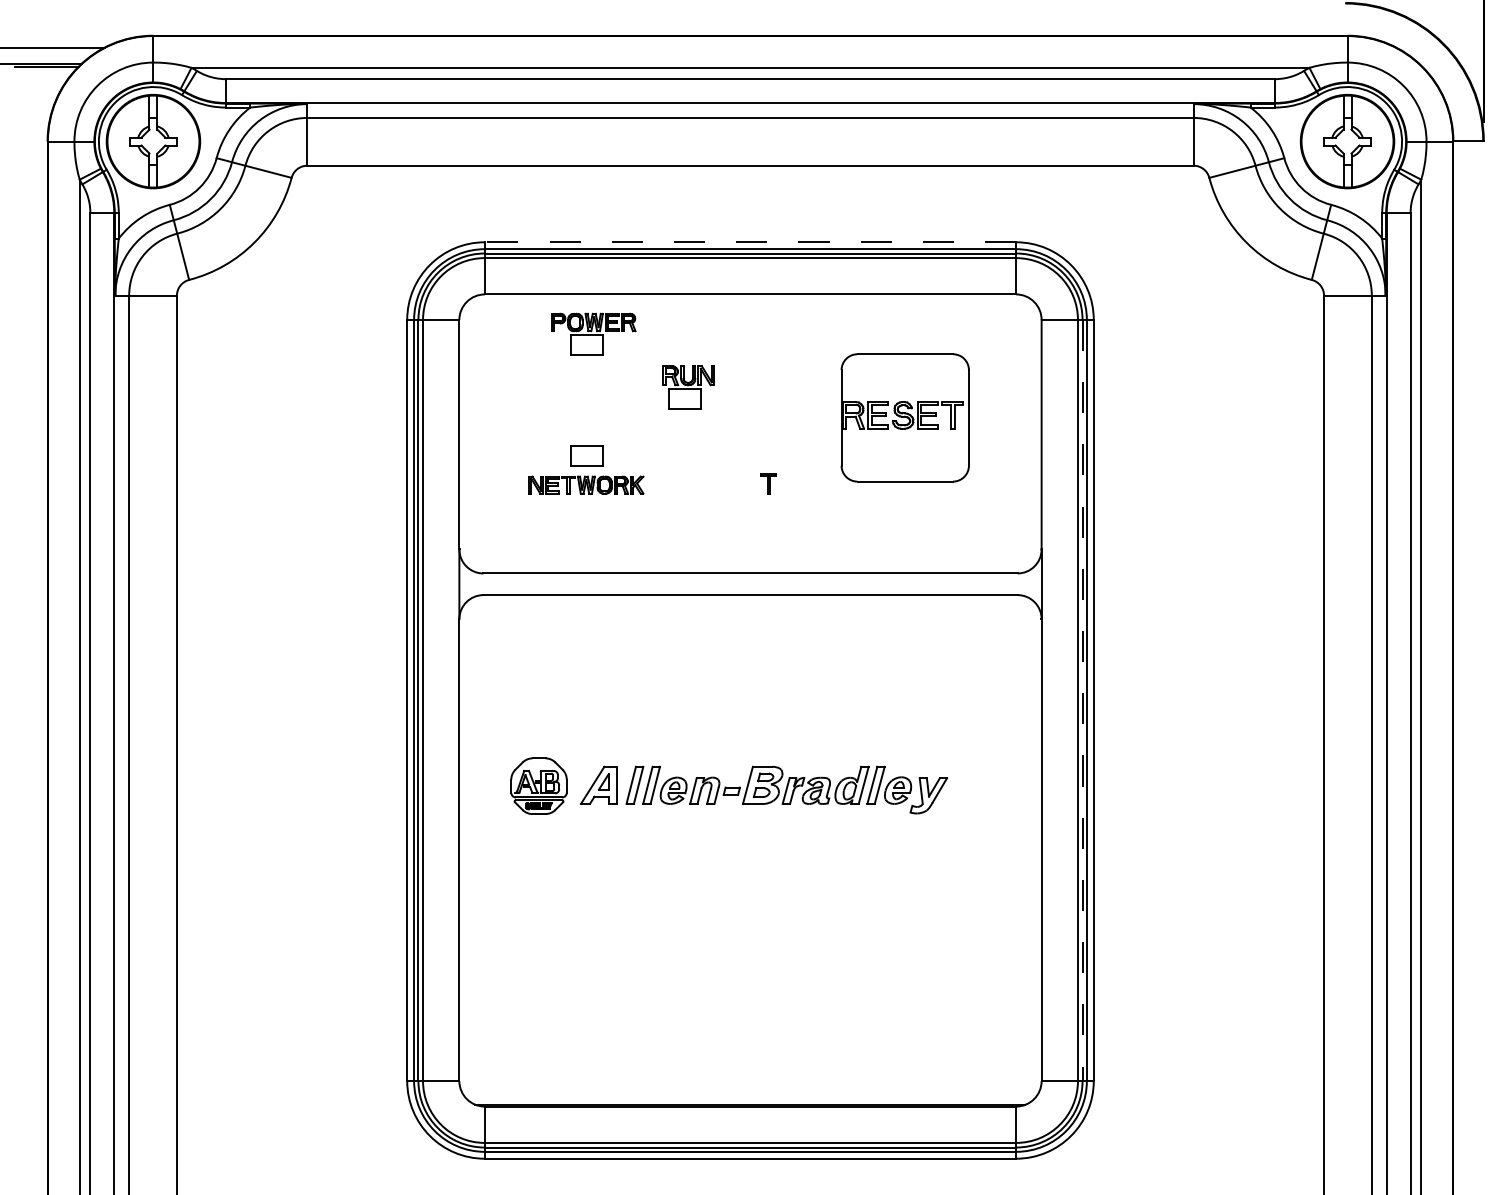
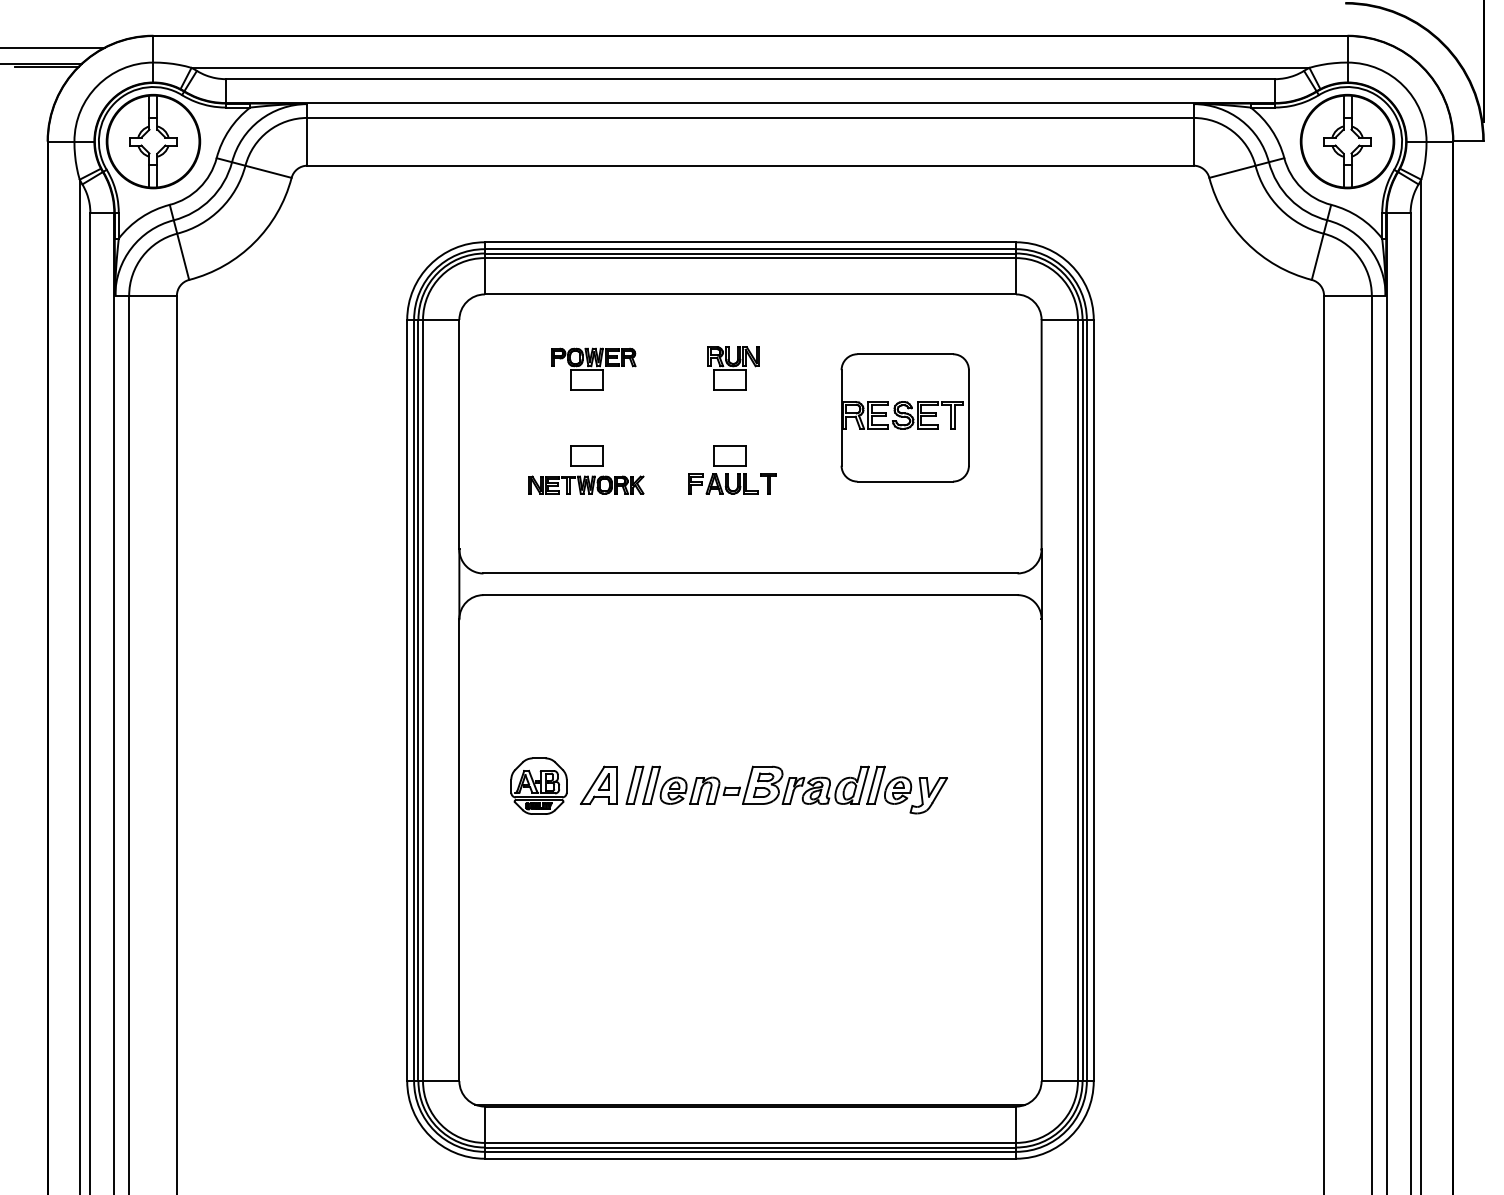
line at (750, 242): dashed -> solid
part at (593, 333) position: (593, 333) -> (593, 368)
part at (688, 387) position: (688, 387) -> (733, 368)
part at (723, 469): none -> present
line at (1082, 700): dashed -> solid
